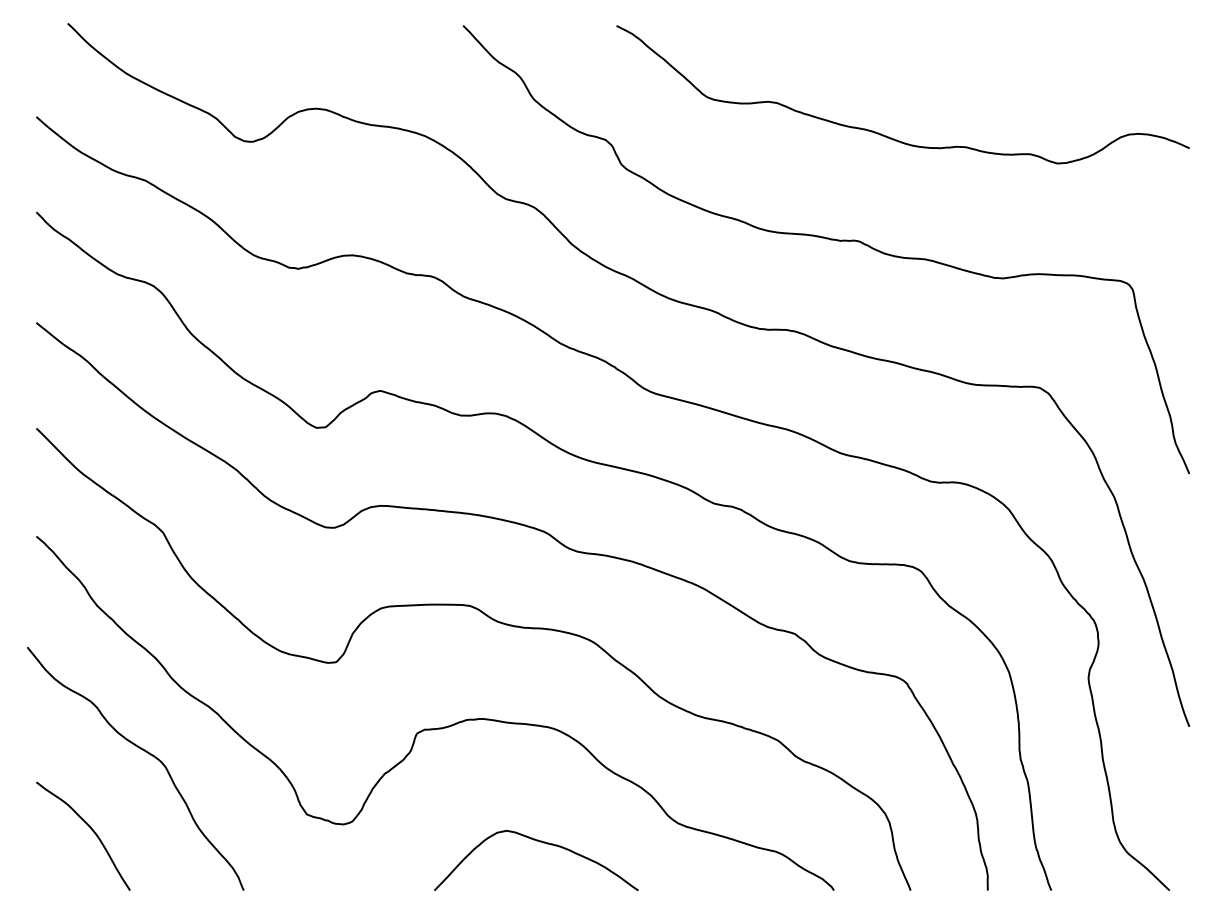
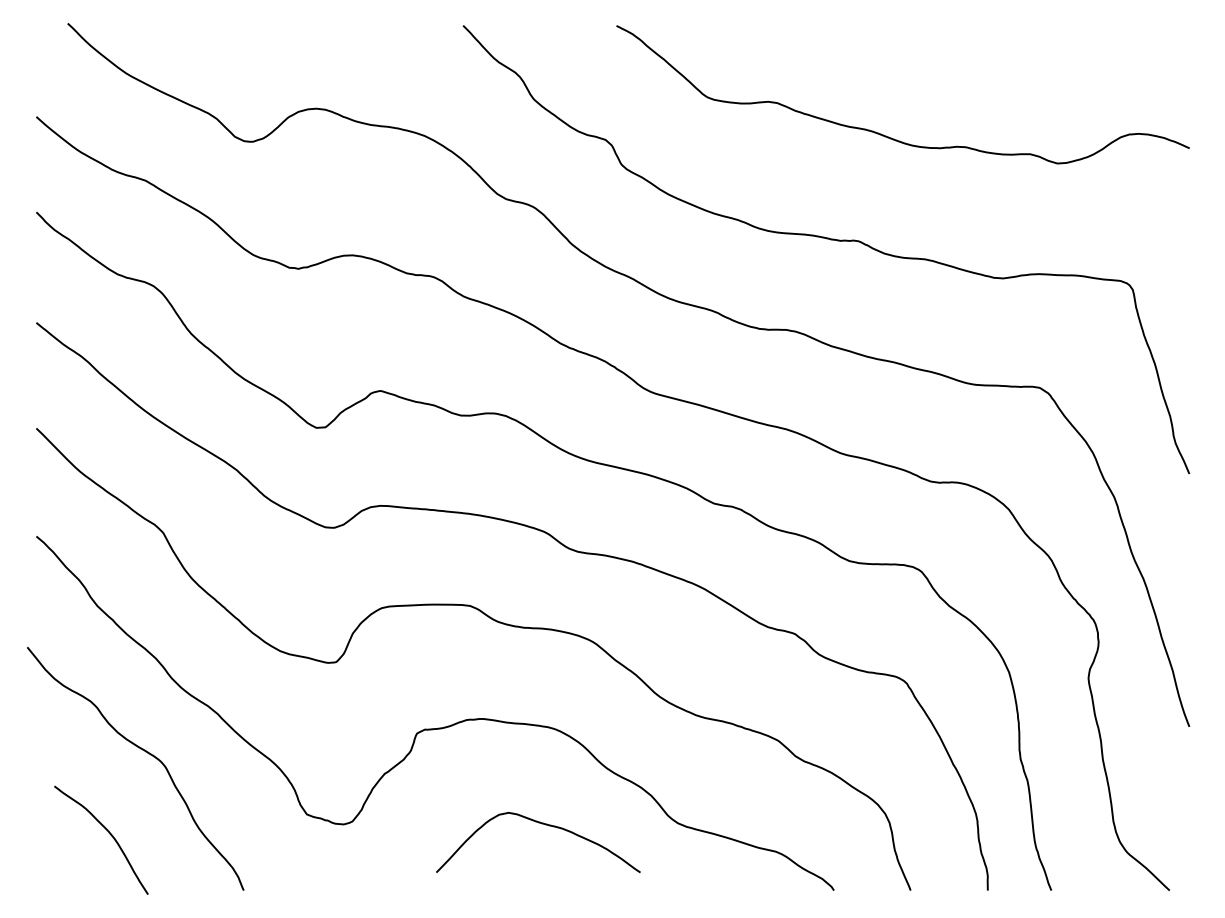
curve at (91, 830) position: (91, 830) -> (109, 834)
curve at (539, 842) position: (539, 842) -> (541, 824)
